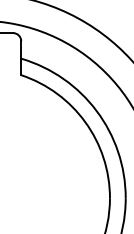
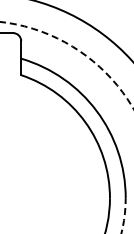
arc at (78, 50): solid -> dashed
arc at (124, 215): solid -> dashed
